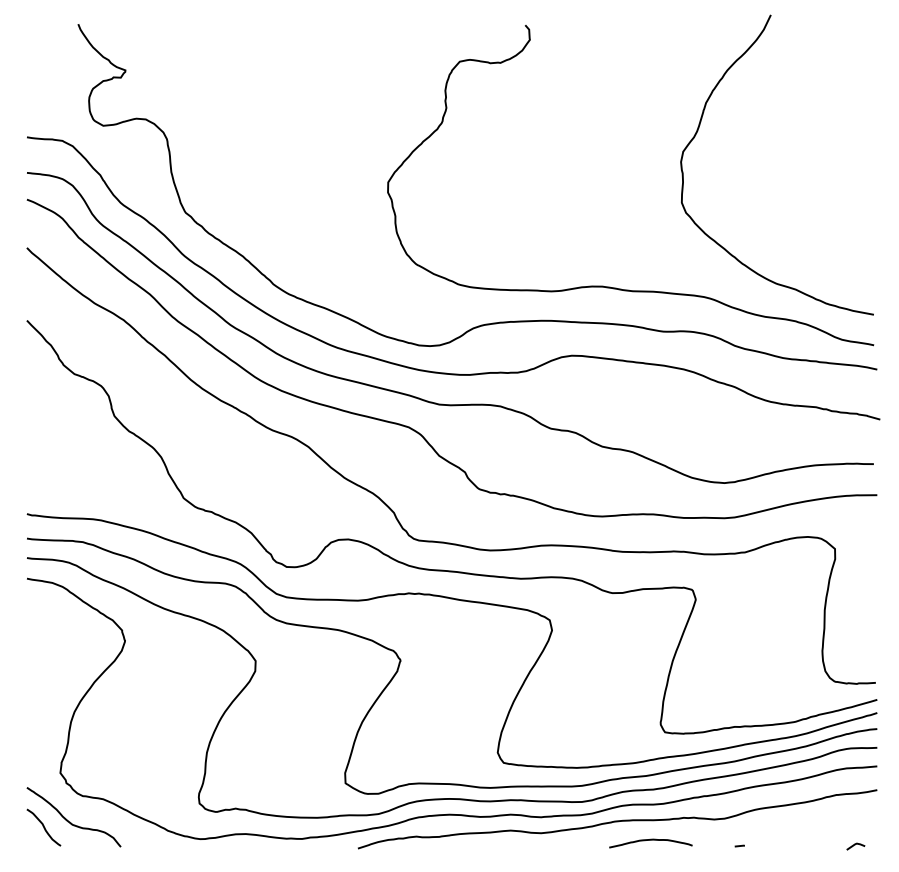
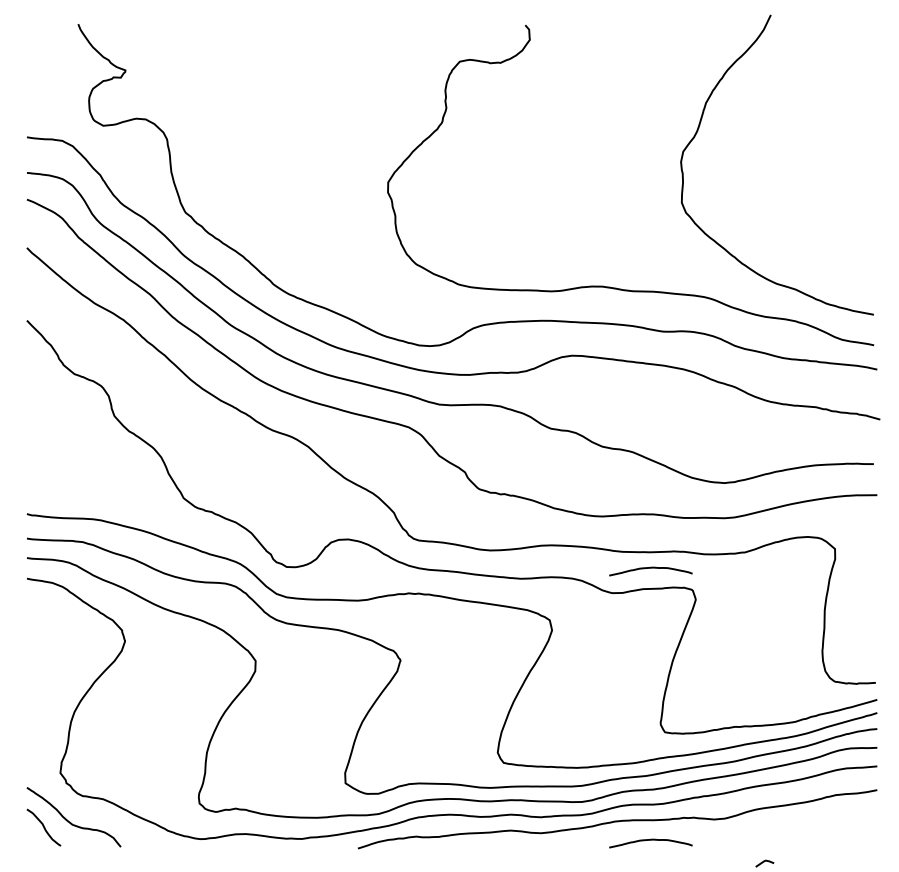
curve at (650, 568): none -> present
line at (739, 845): present -> none
curve at (855, 845) position: (855, 845) -> (764, 862)
